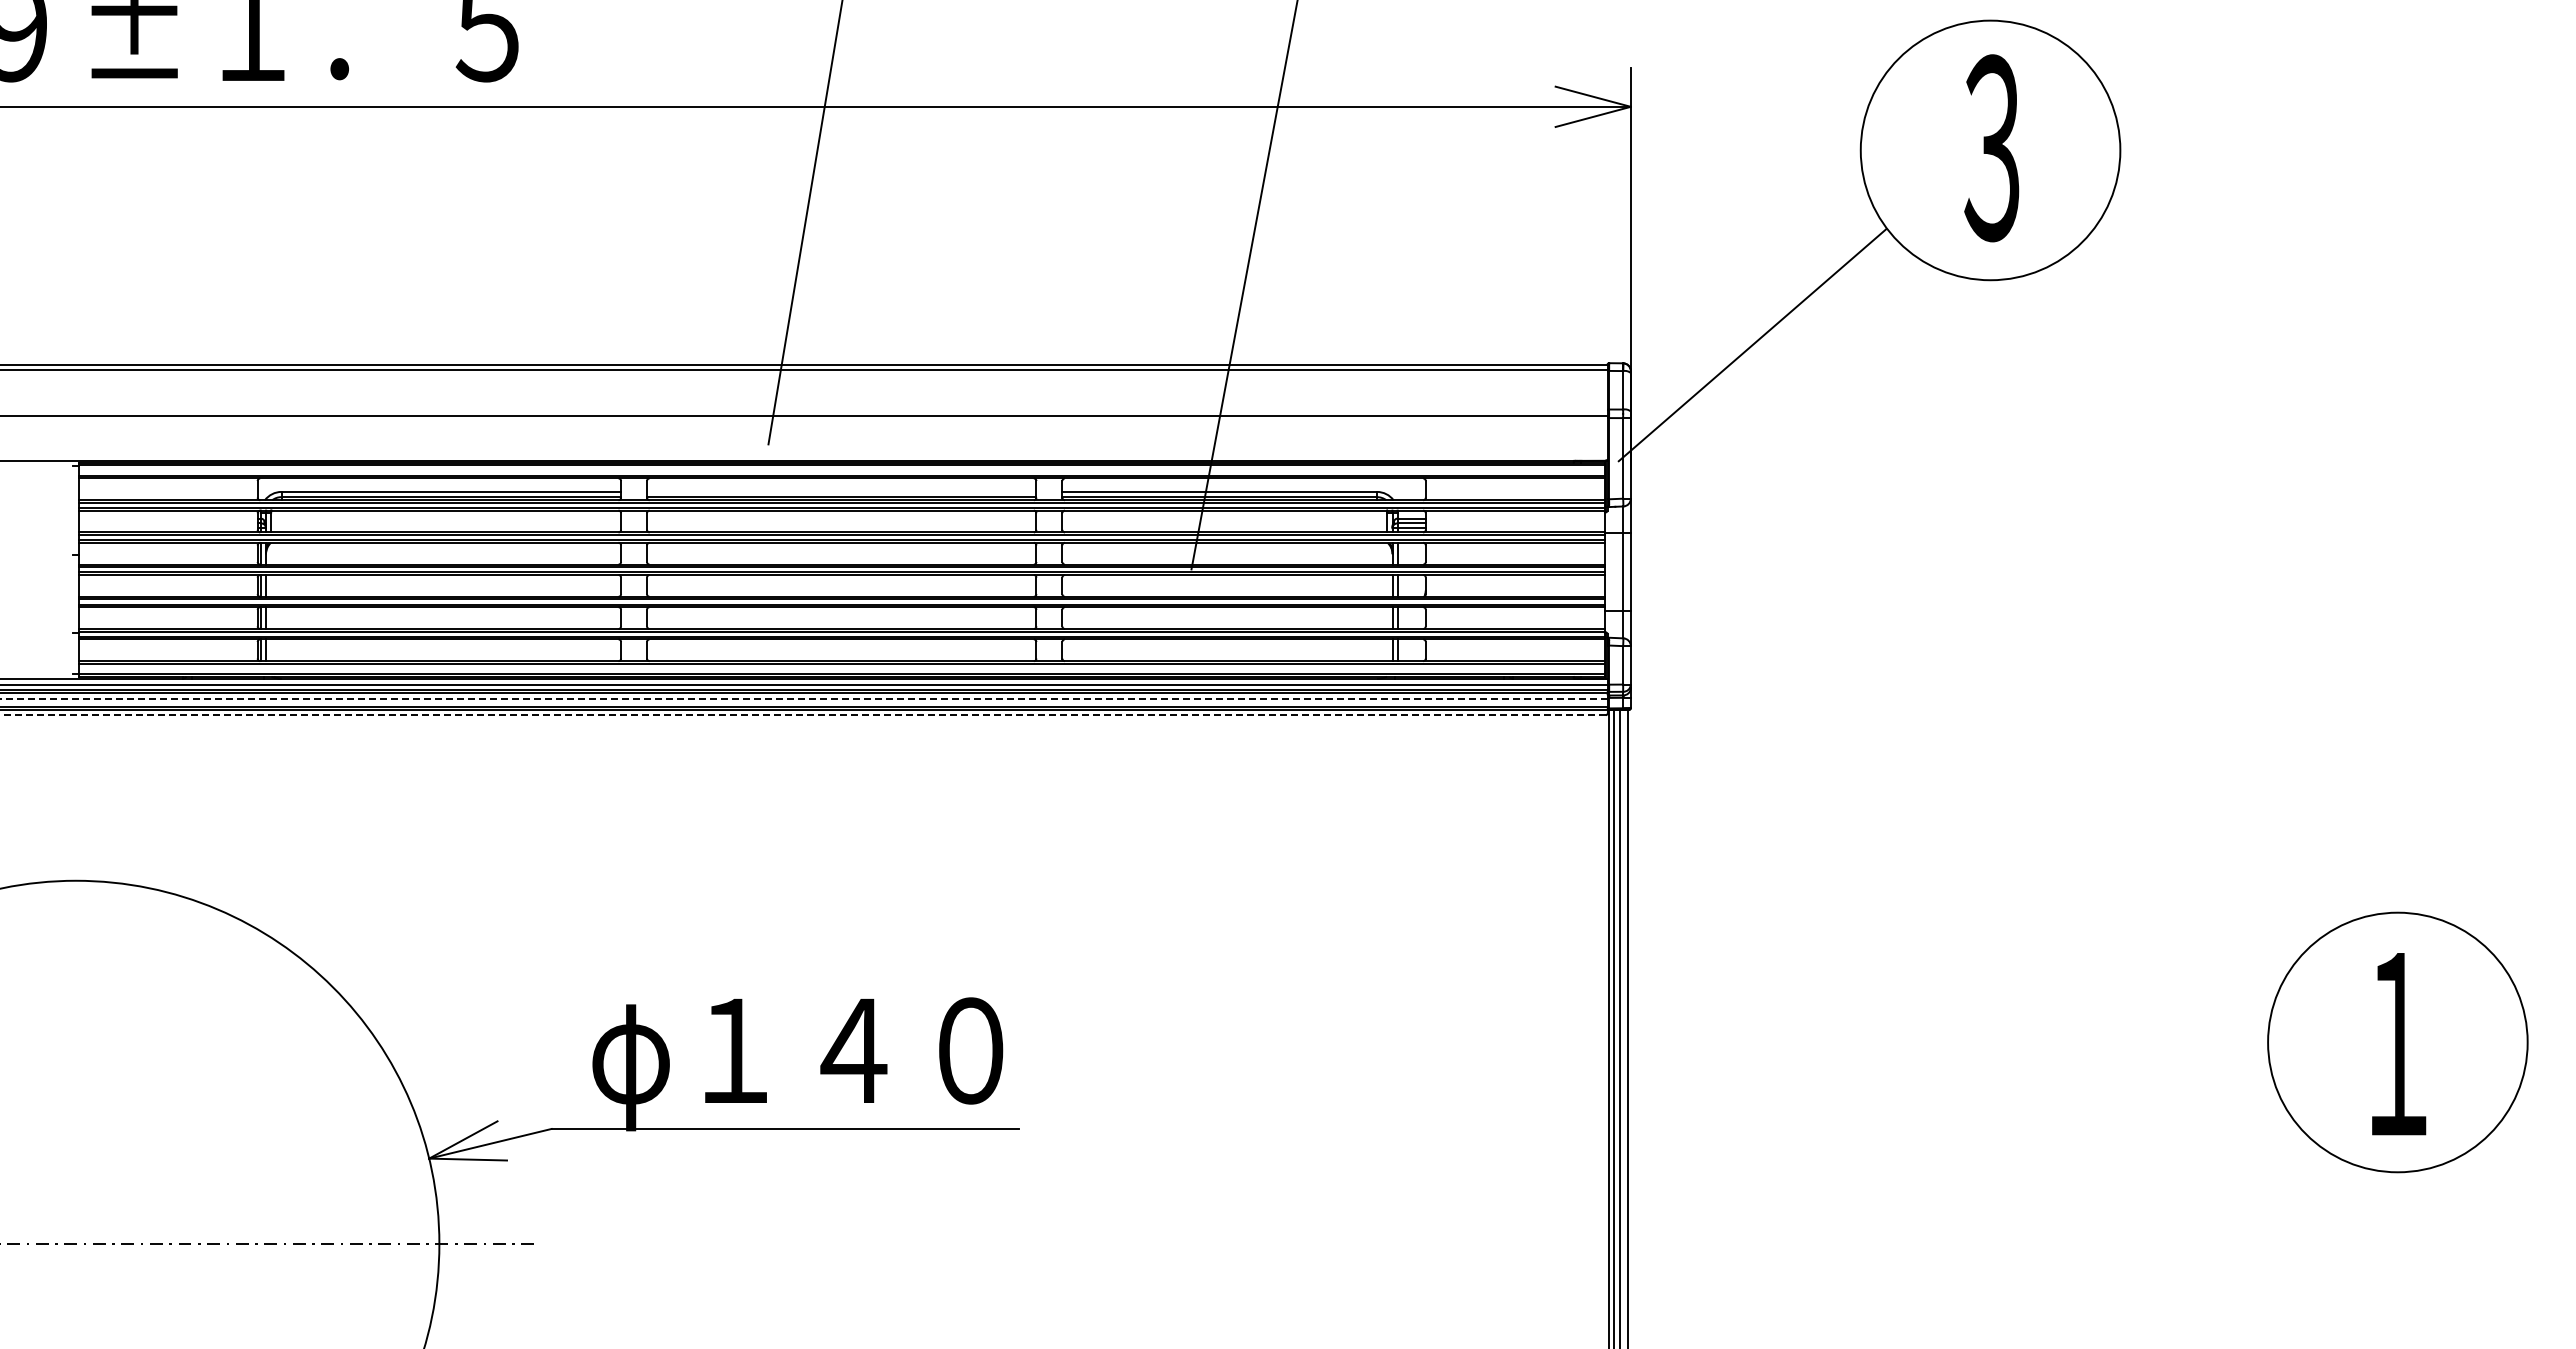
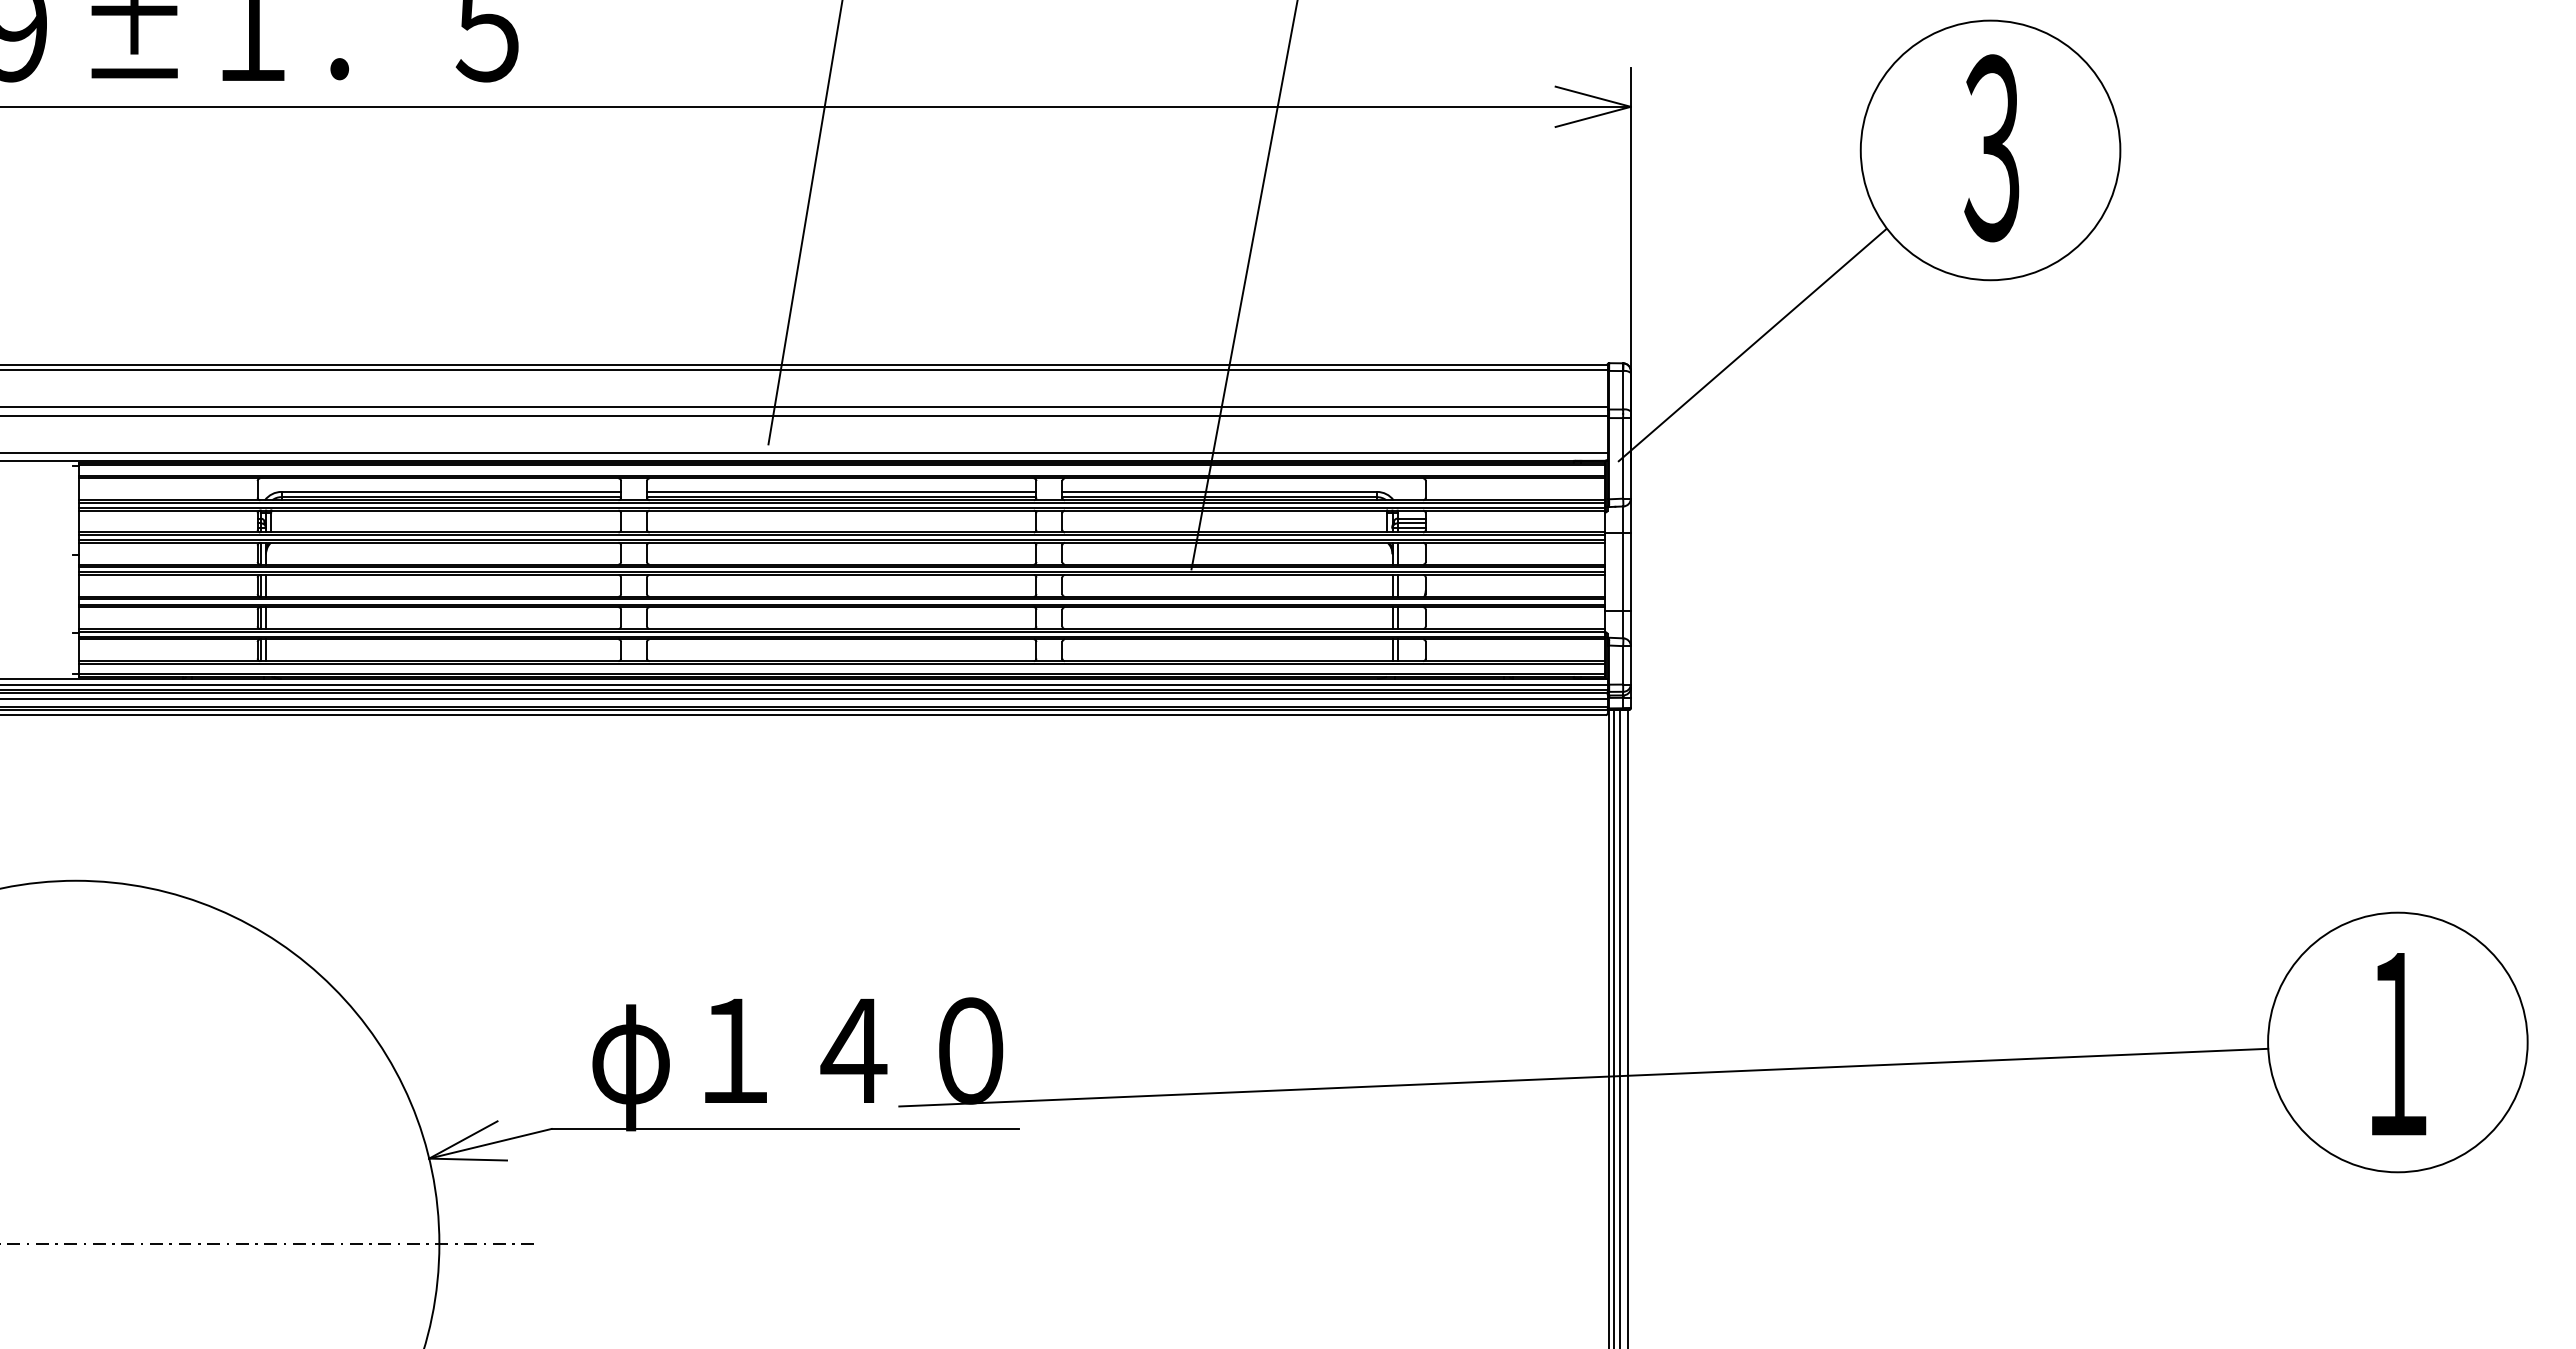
line at (804, 407): none -> present
line at (804, 452): none -> present
line at (841, 491): none -> present
line at (803, 698): dashed -> solid
line at (802, 715): dashed -> solid
line at (1583, 1077): none -> present
